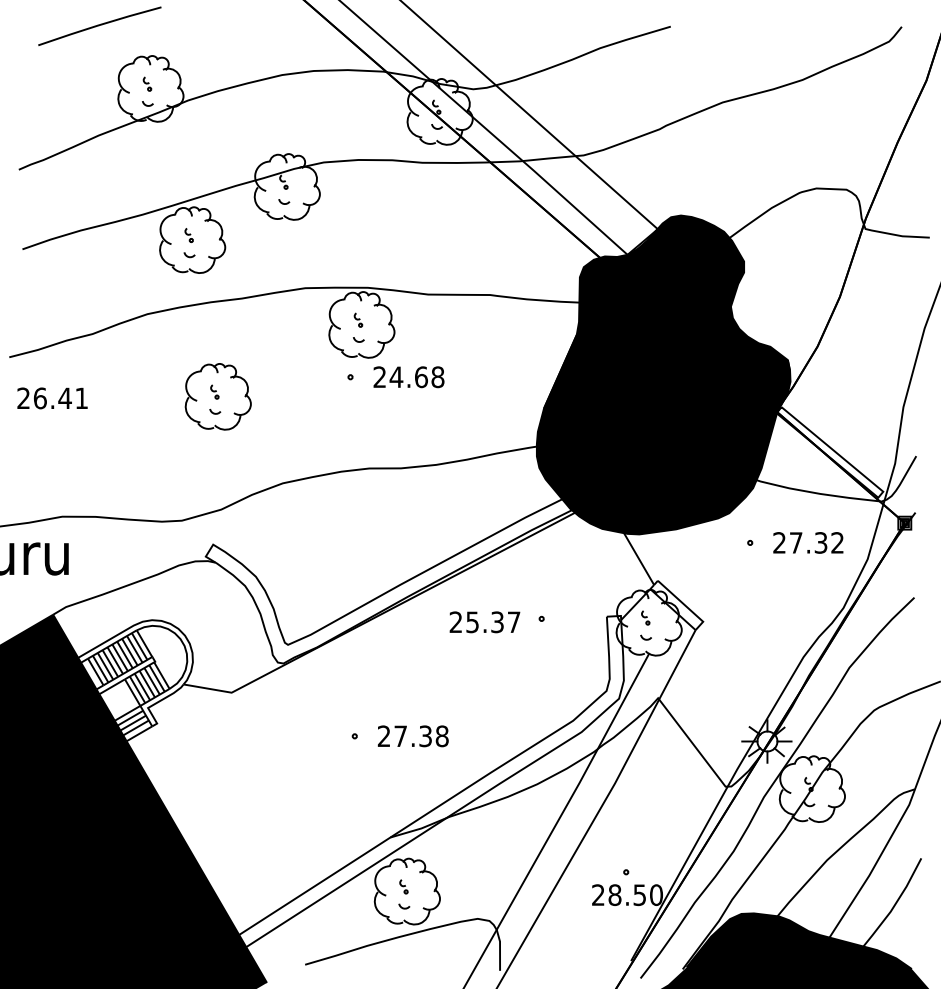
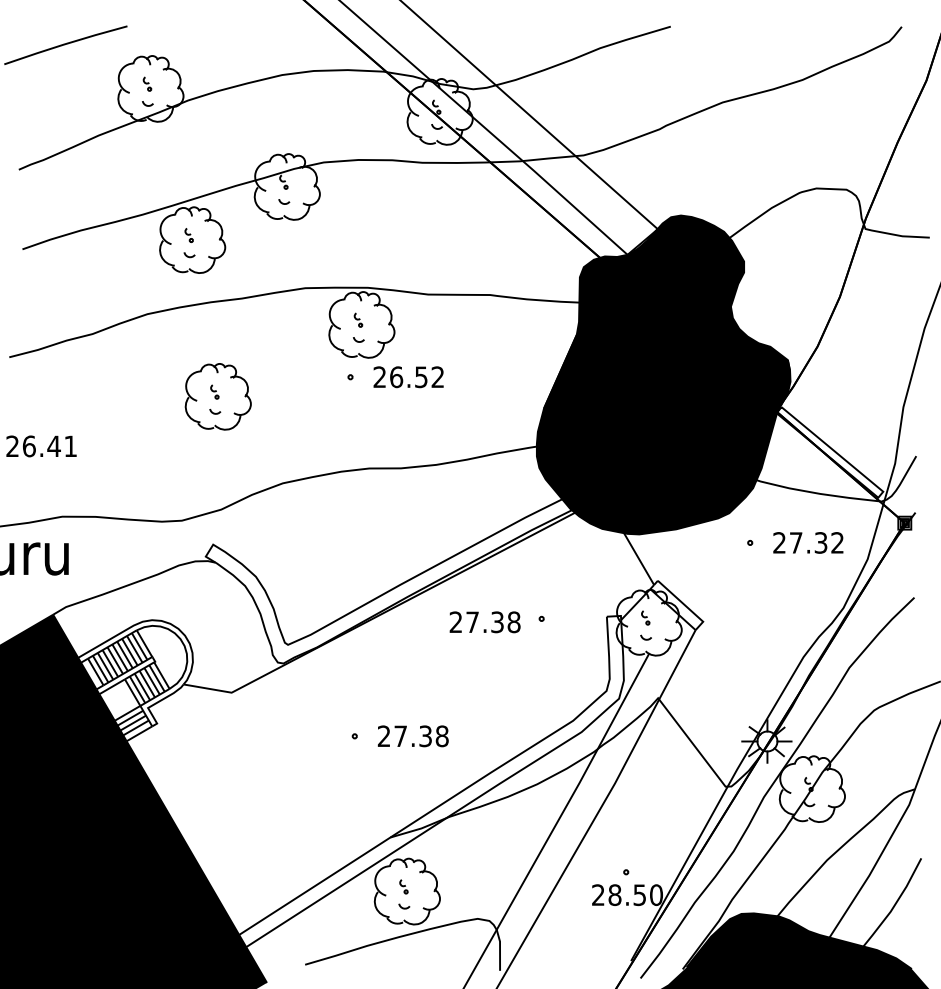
line at (99, 25) position: (99, 25) -> (65, 44)
text at (416, 377): 24.68 -> 26.52
text at (52, 398) position: (52, 398) -> (41, 446)
text at (493, 622): 25.37 -> 27.38
